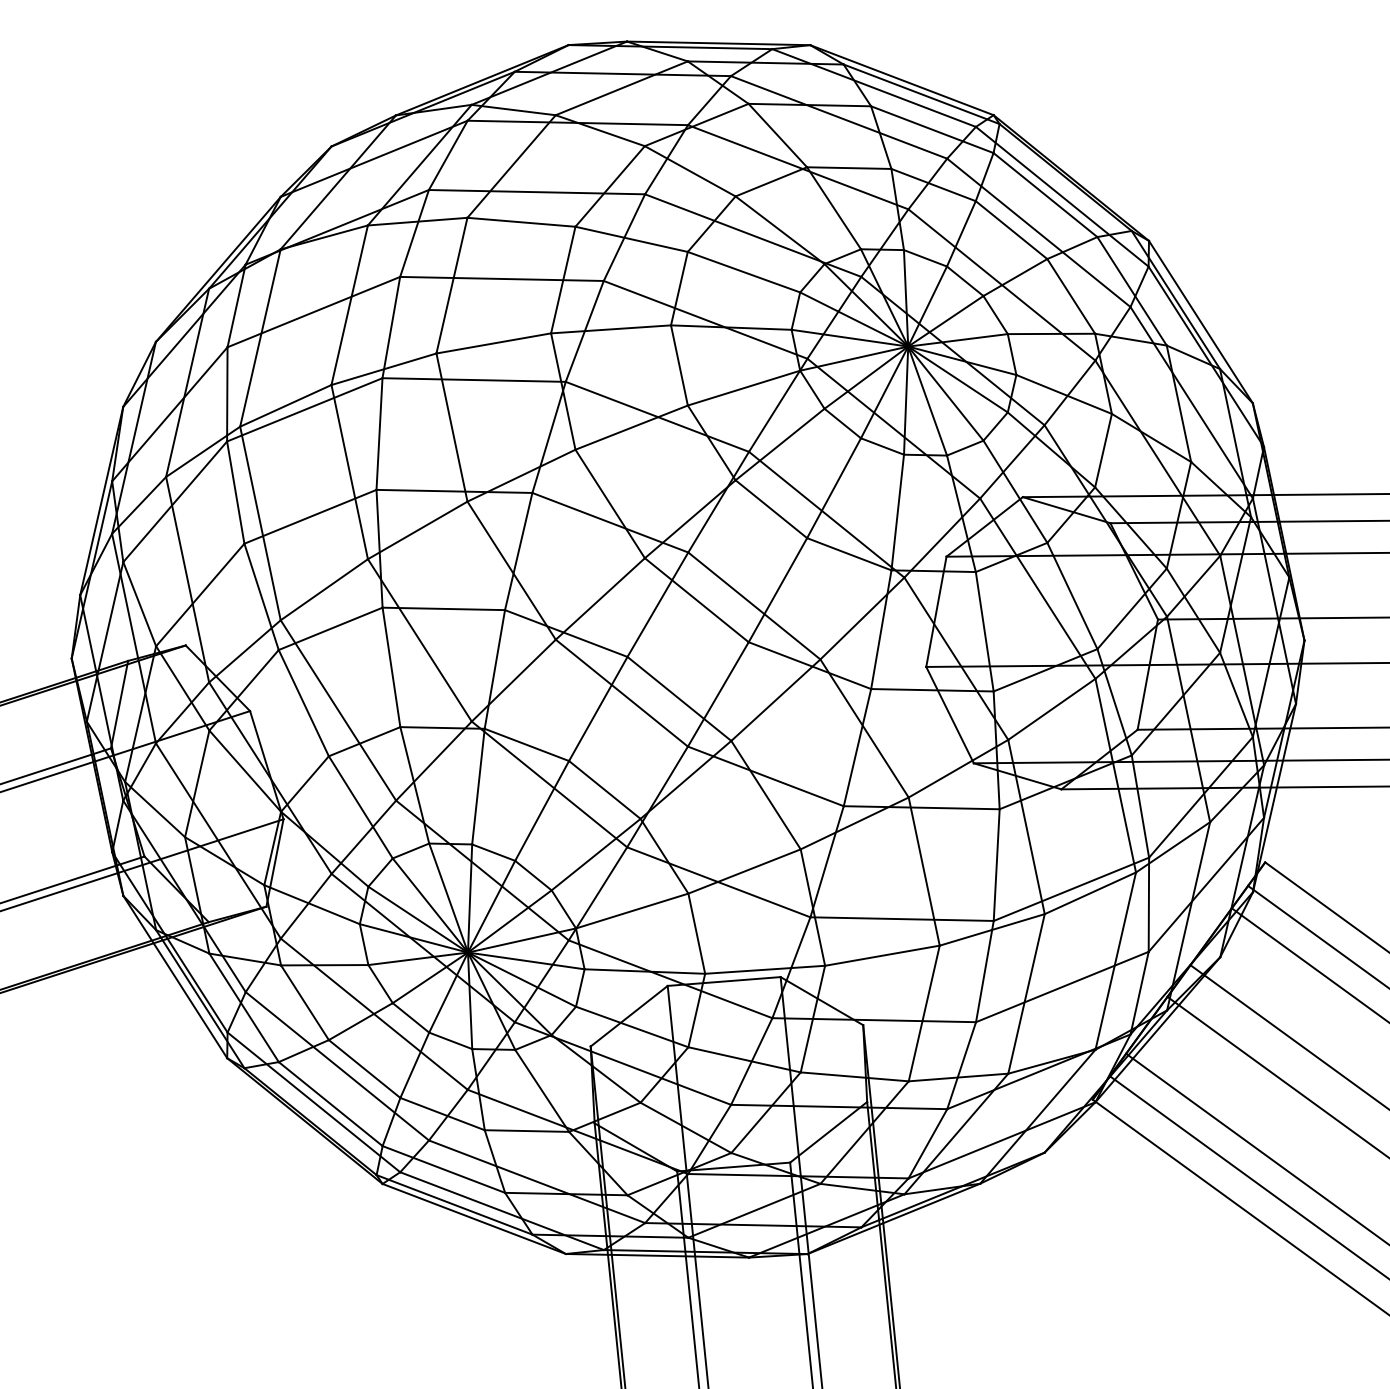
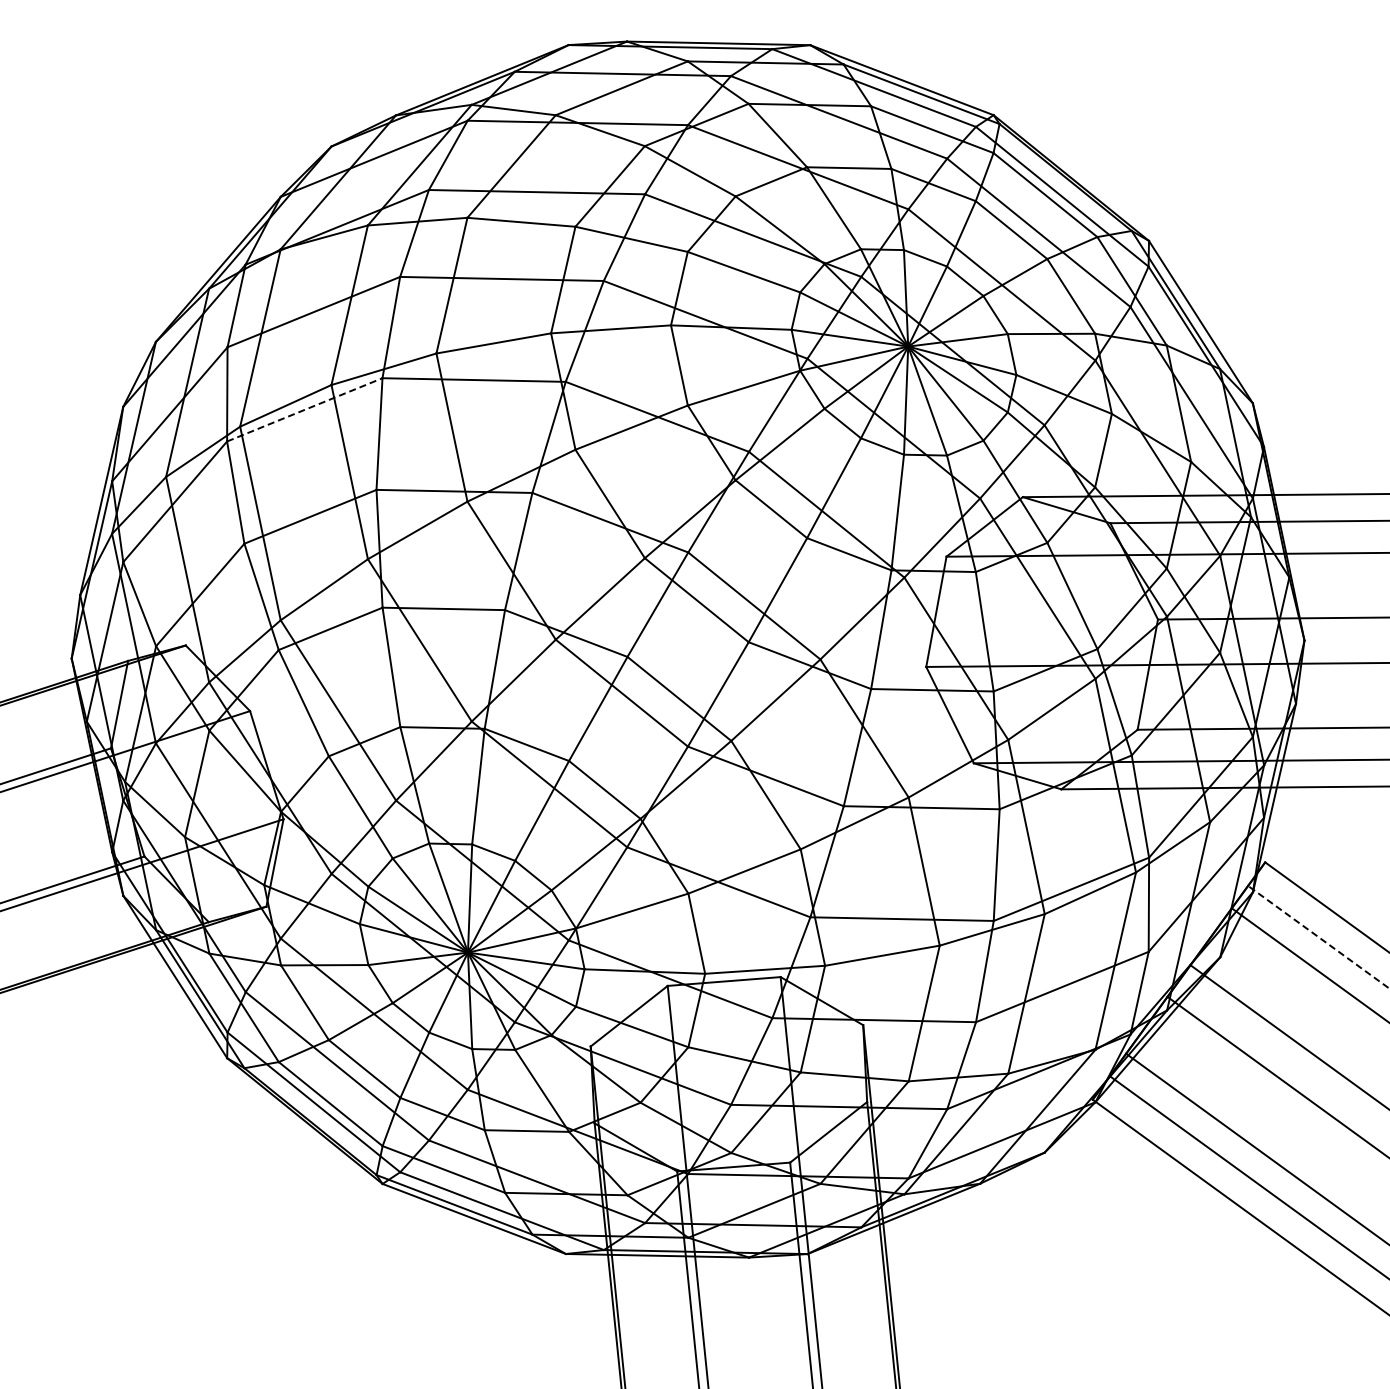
line at (304, 409): solid -> dashed
line at (1318, 937): solid -> dashed
